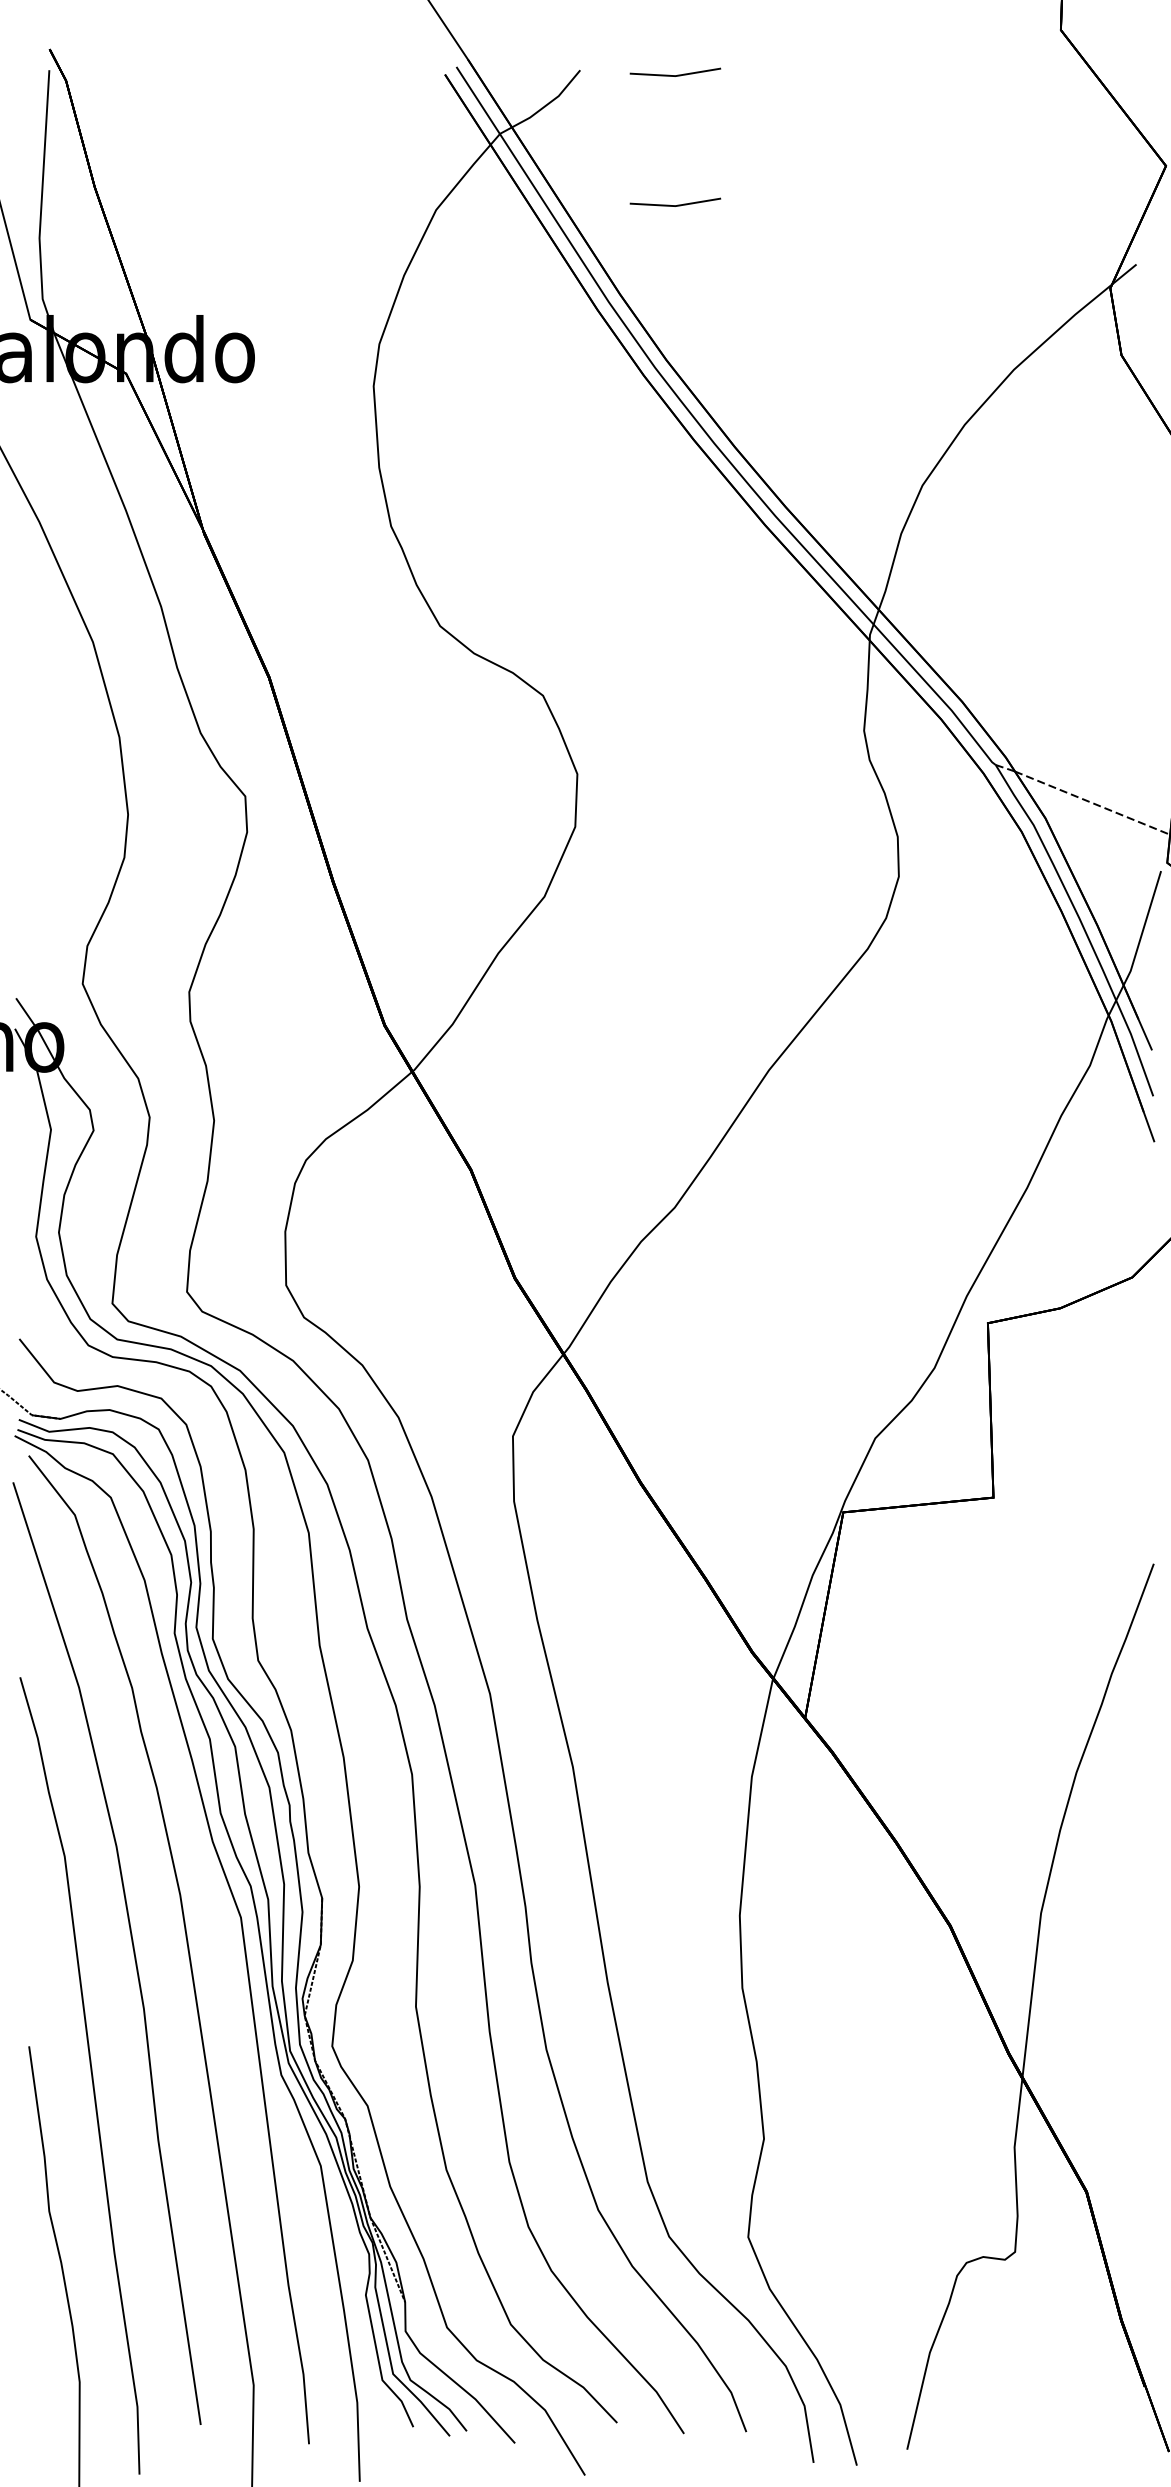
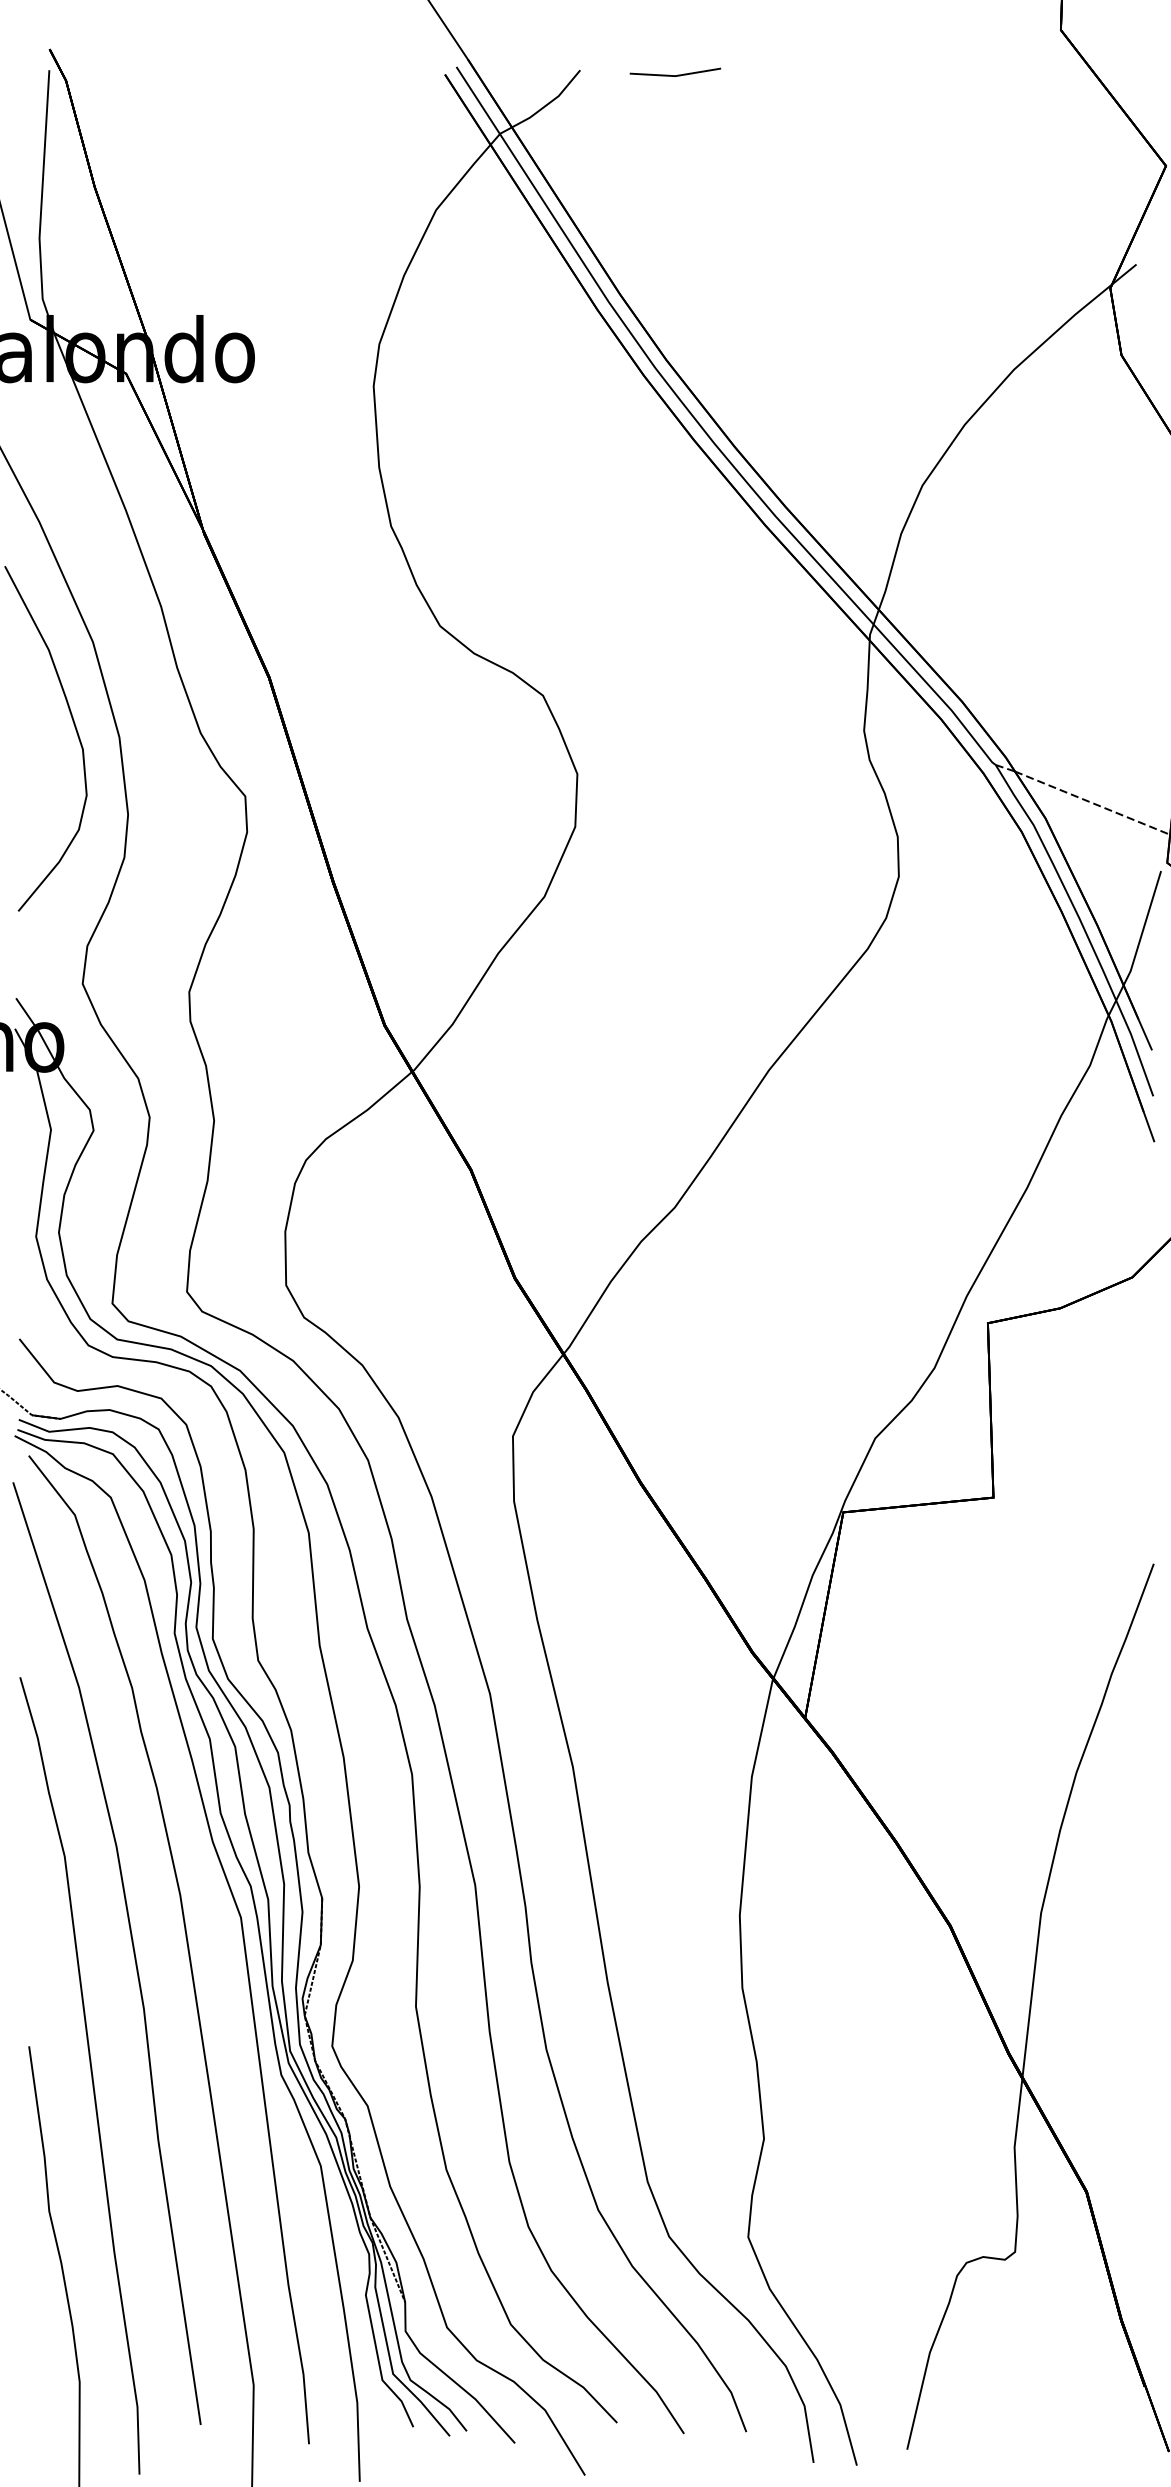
line at (677, 204): present -> none
curve at (74, 727): none -> present
